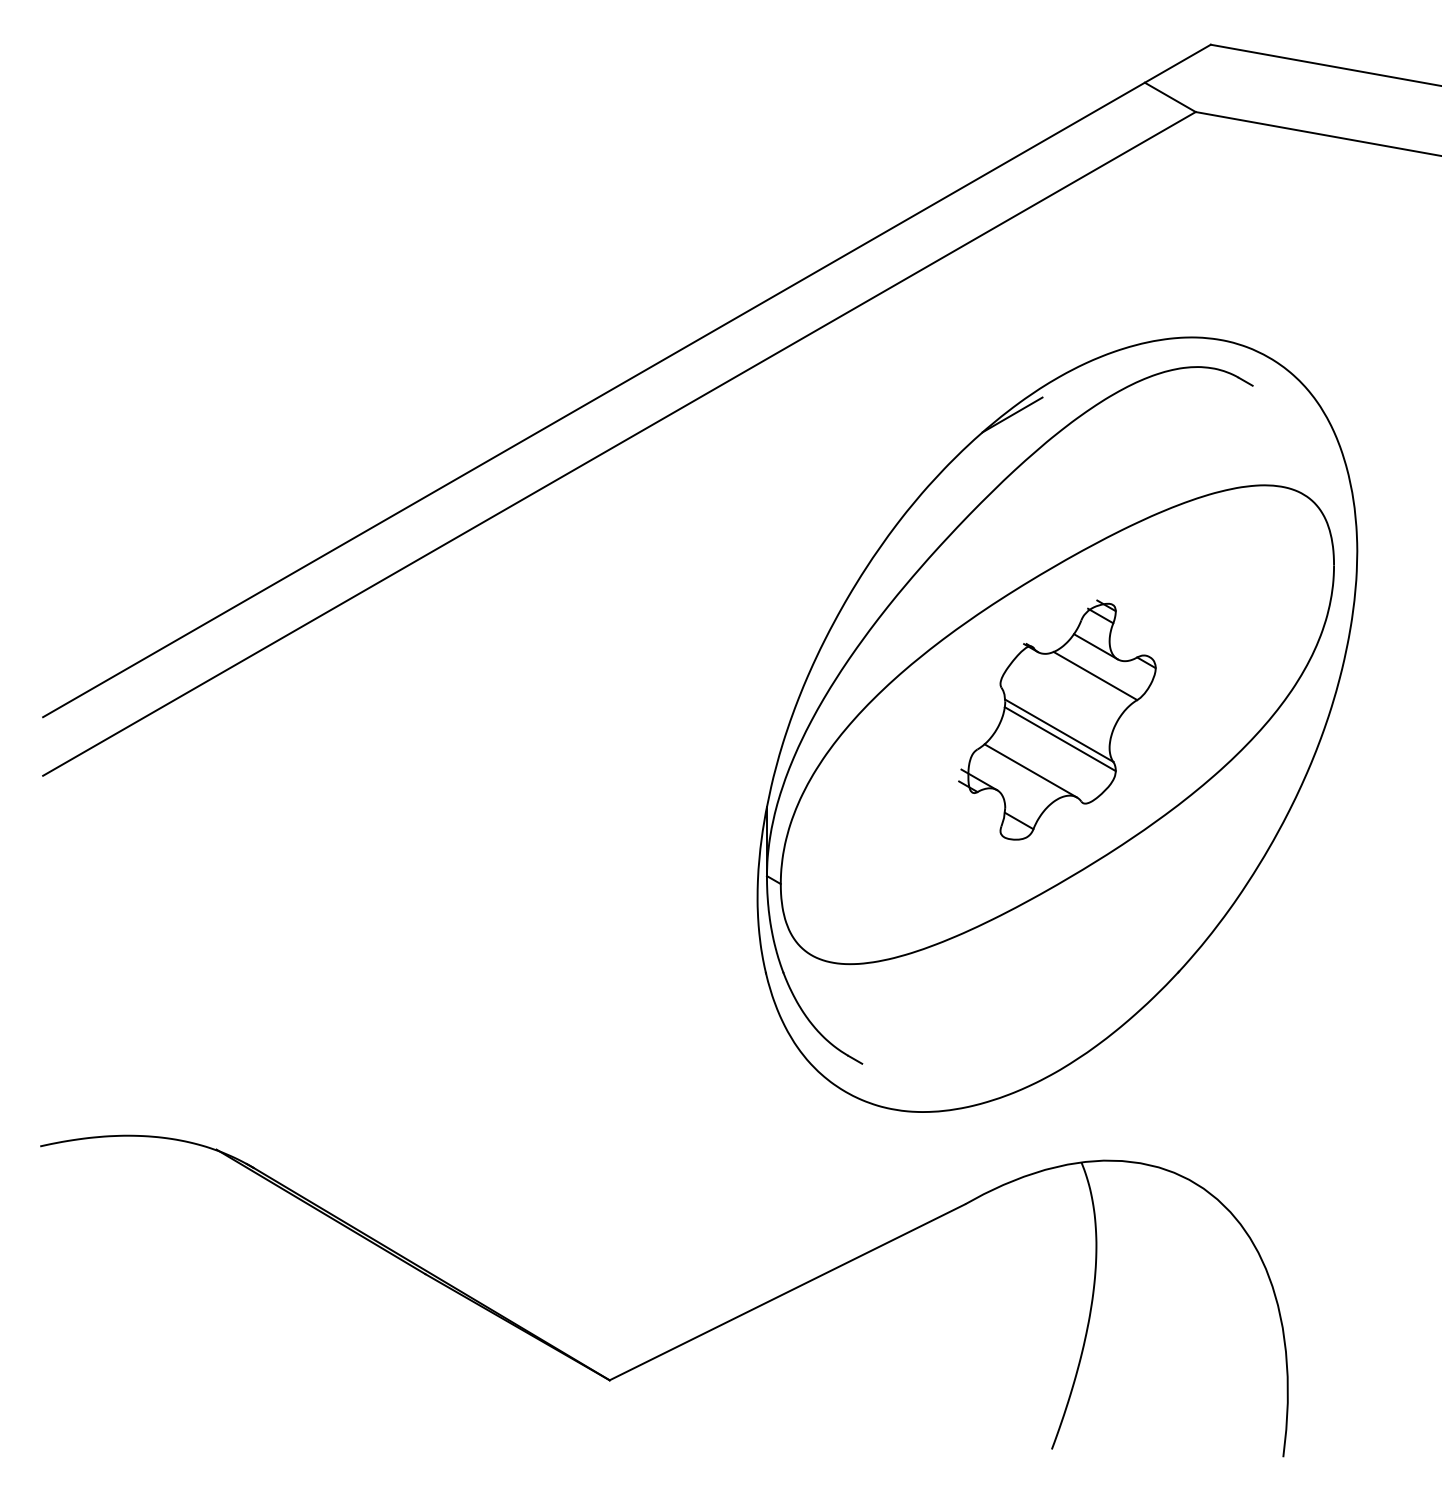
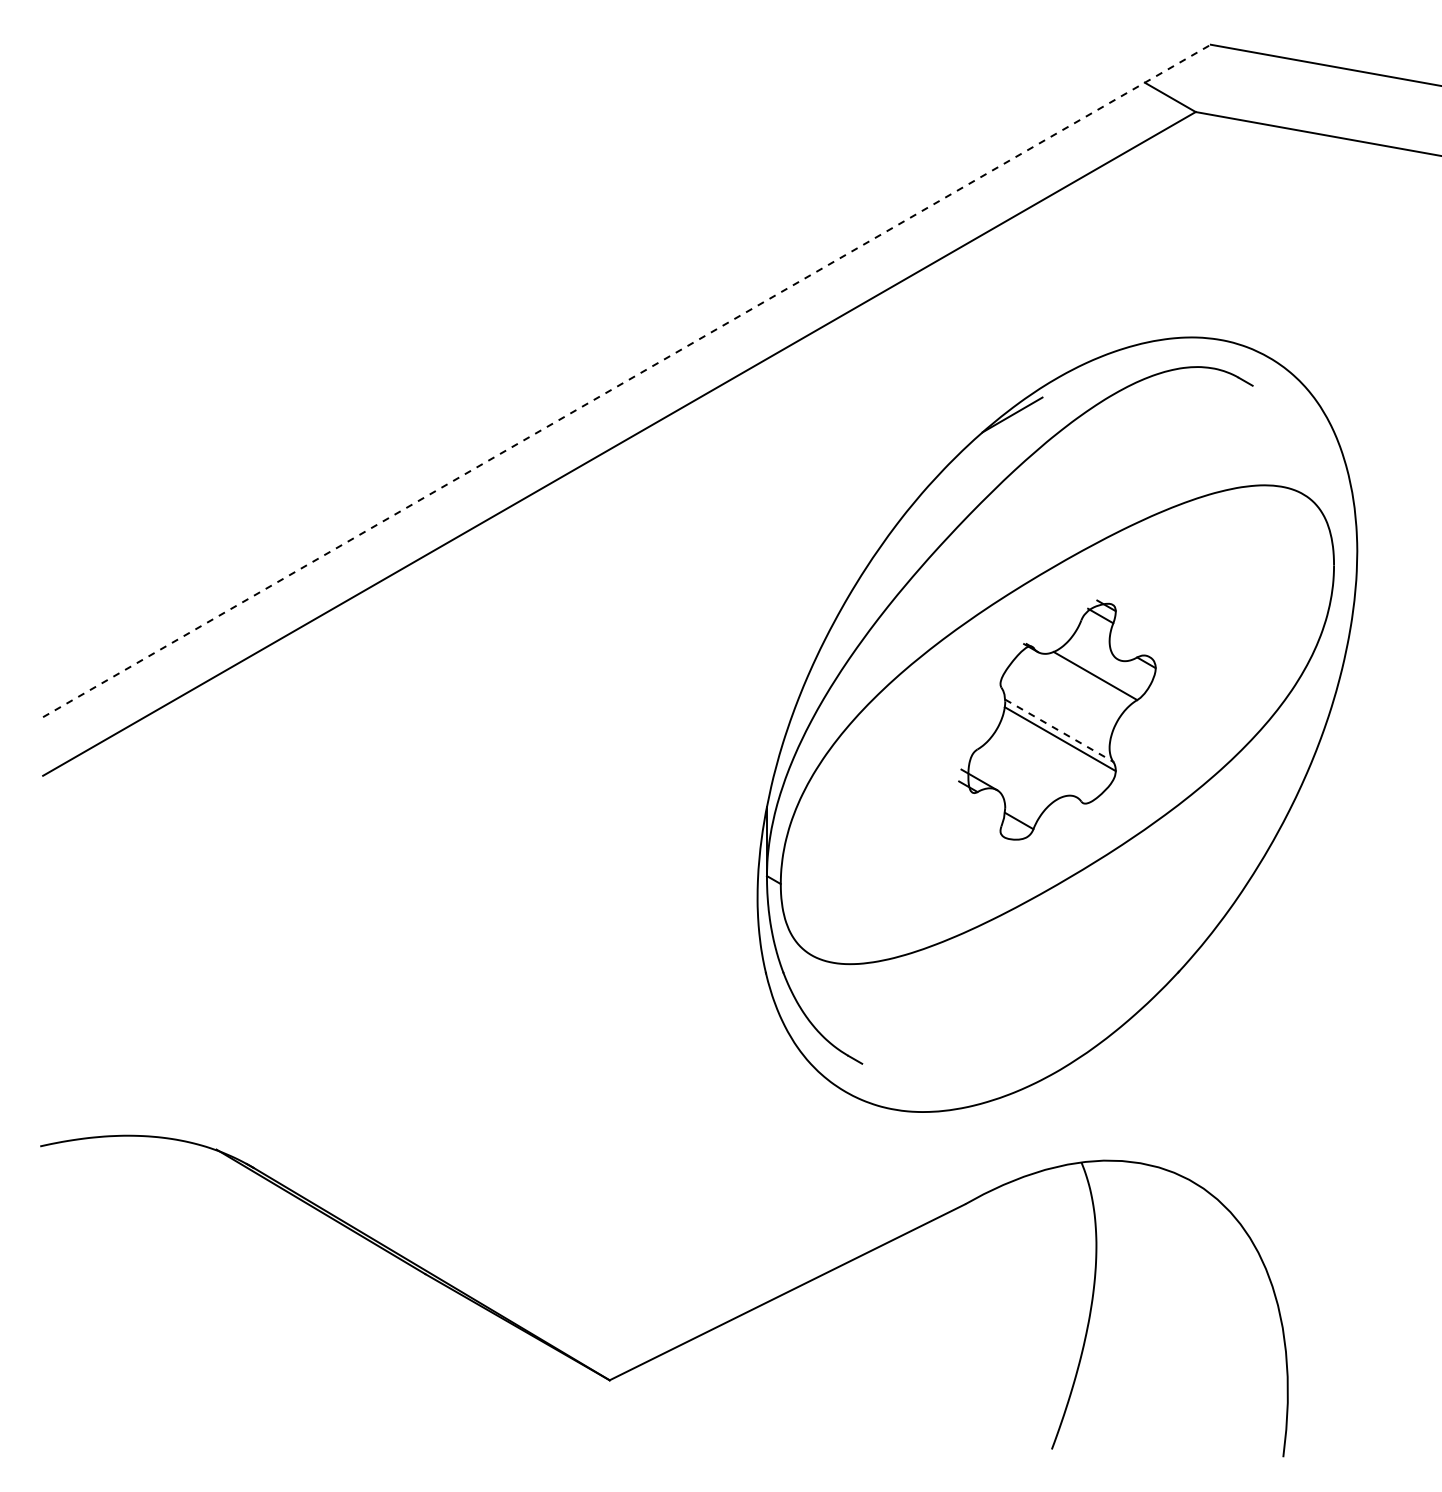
line at (626, 380): solid -> dashed
line at (1095, 646): present -> none
line at (1059, 730): solid -> dashed
line at (1030, 770): present -> none
